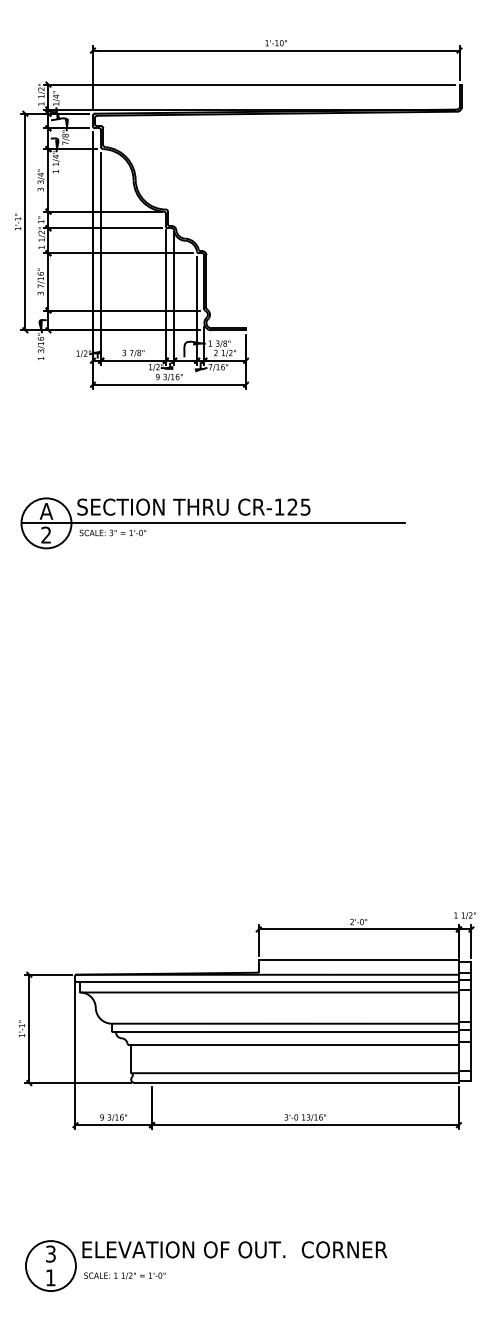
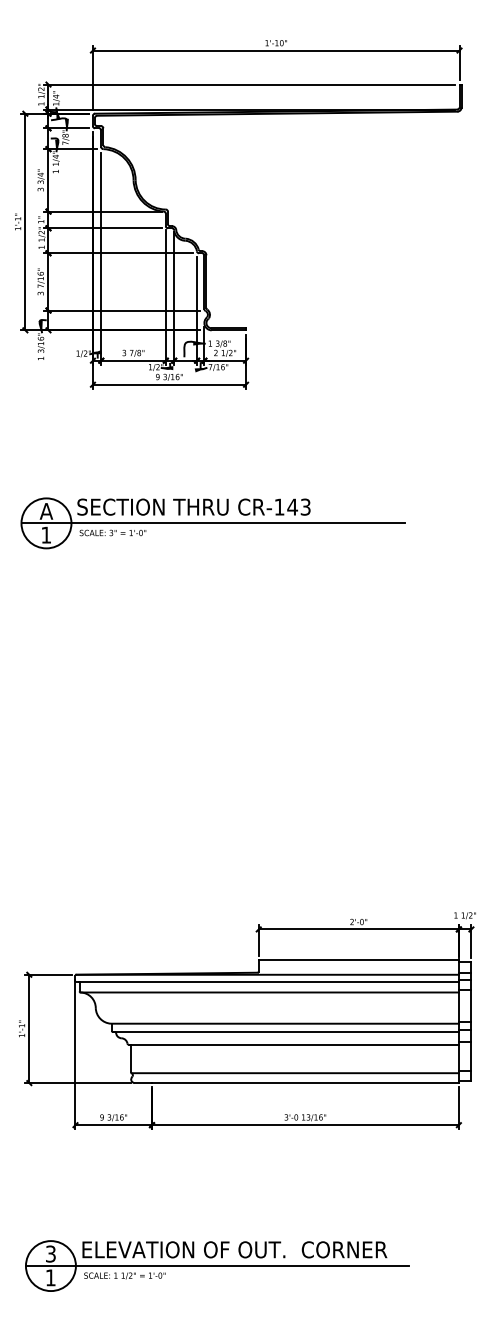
text at (298, 506): CR-125 -> CR-143
text at (45, 534): 2 -> 1
line at (217, 1266): none -> present
